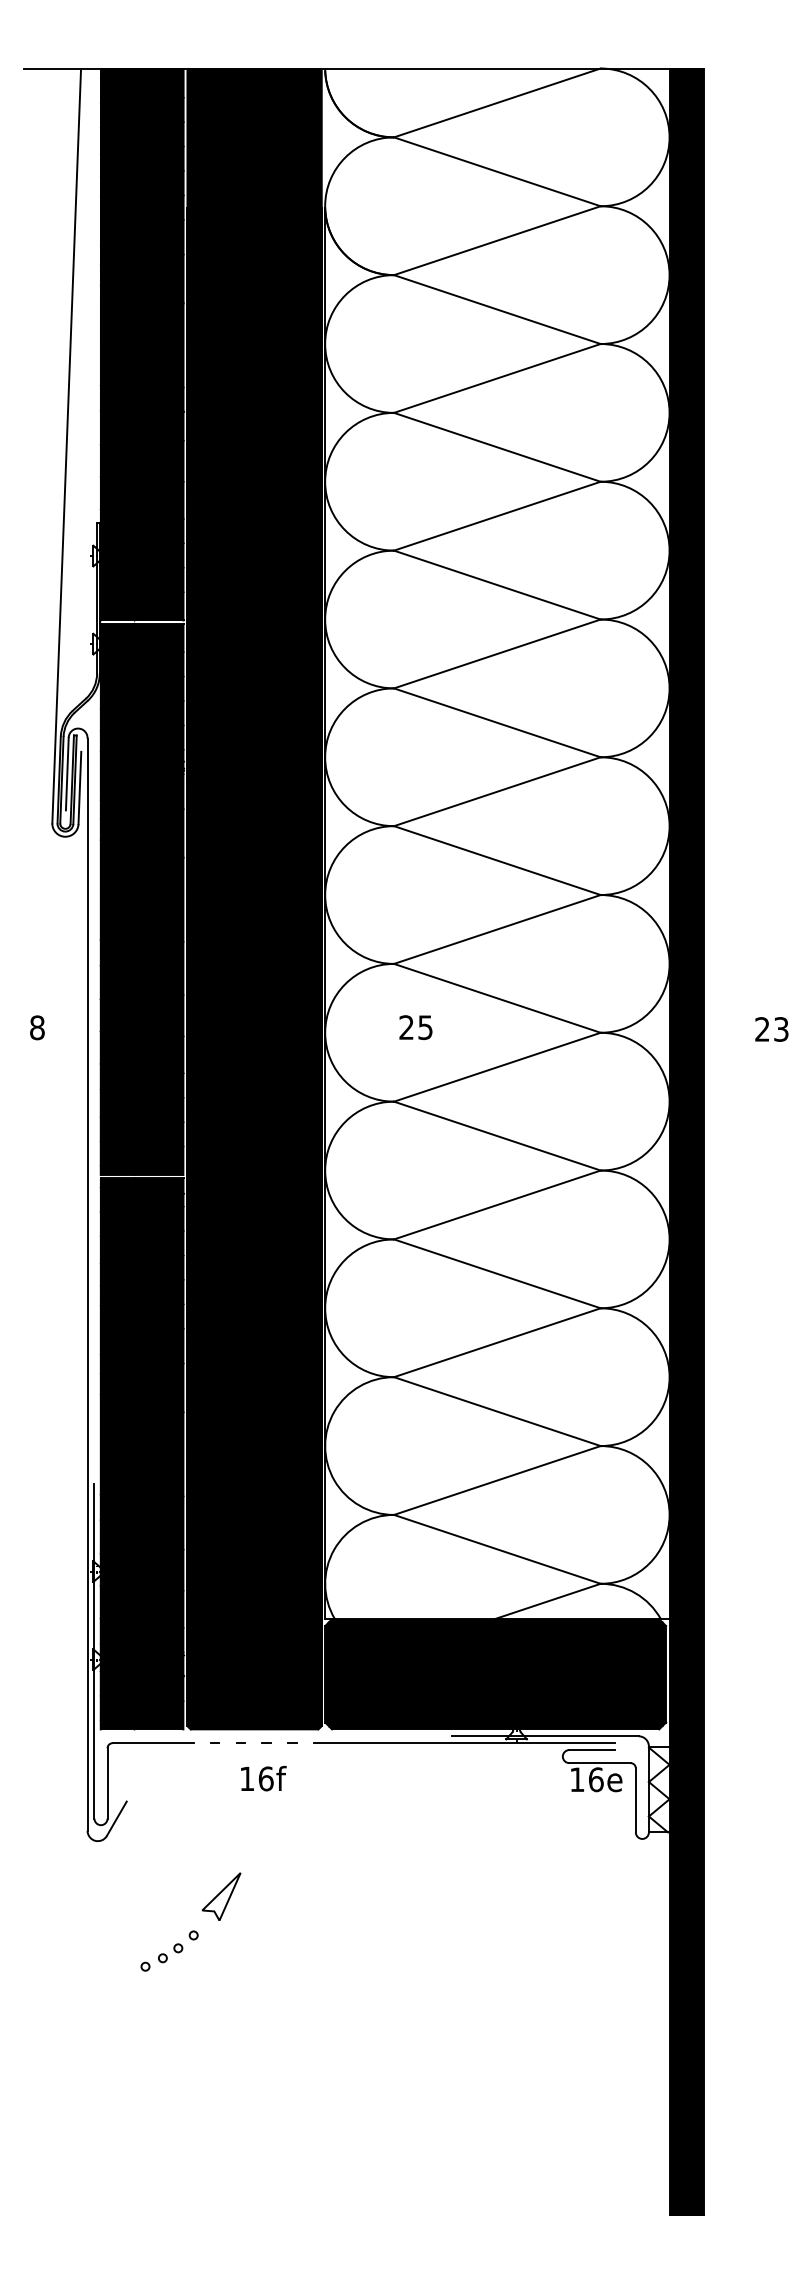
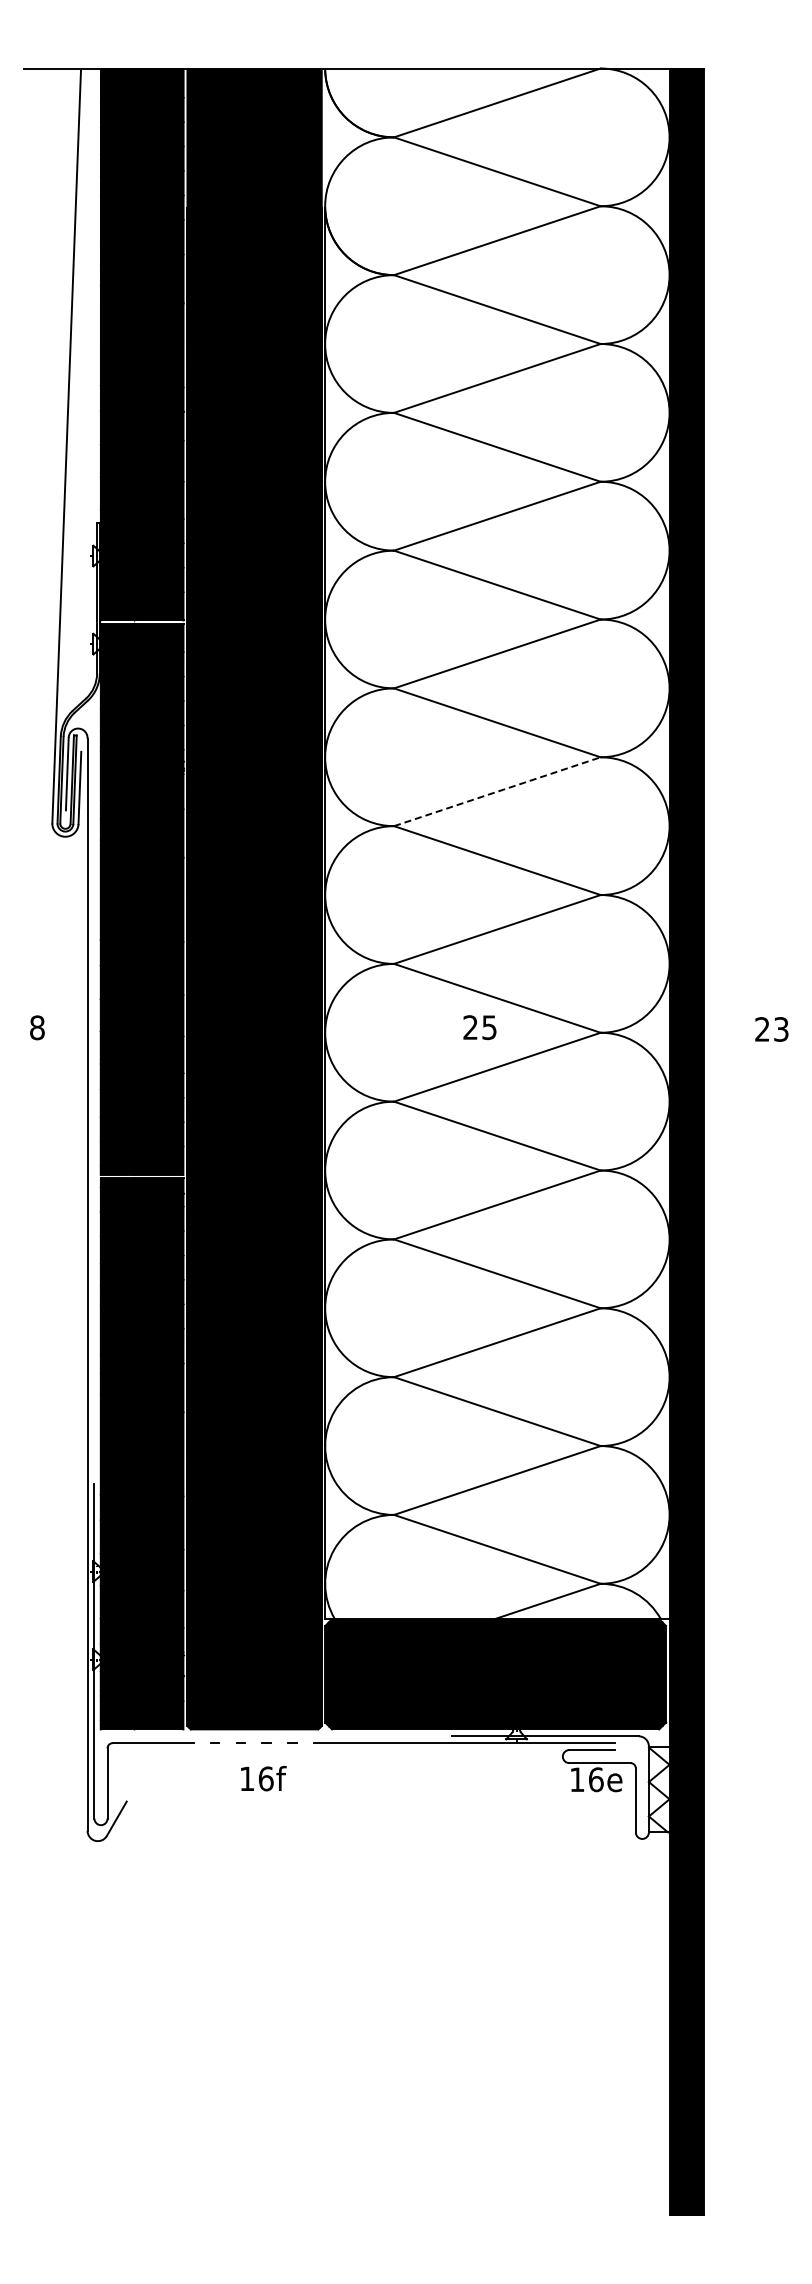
line at (497, 791): solid -> dashed
text at (415, 1027) position: (415, 1027) -> (479, 1027)
part at (192, 1930): present -> none
